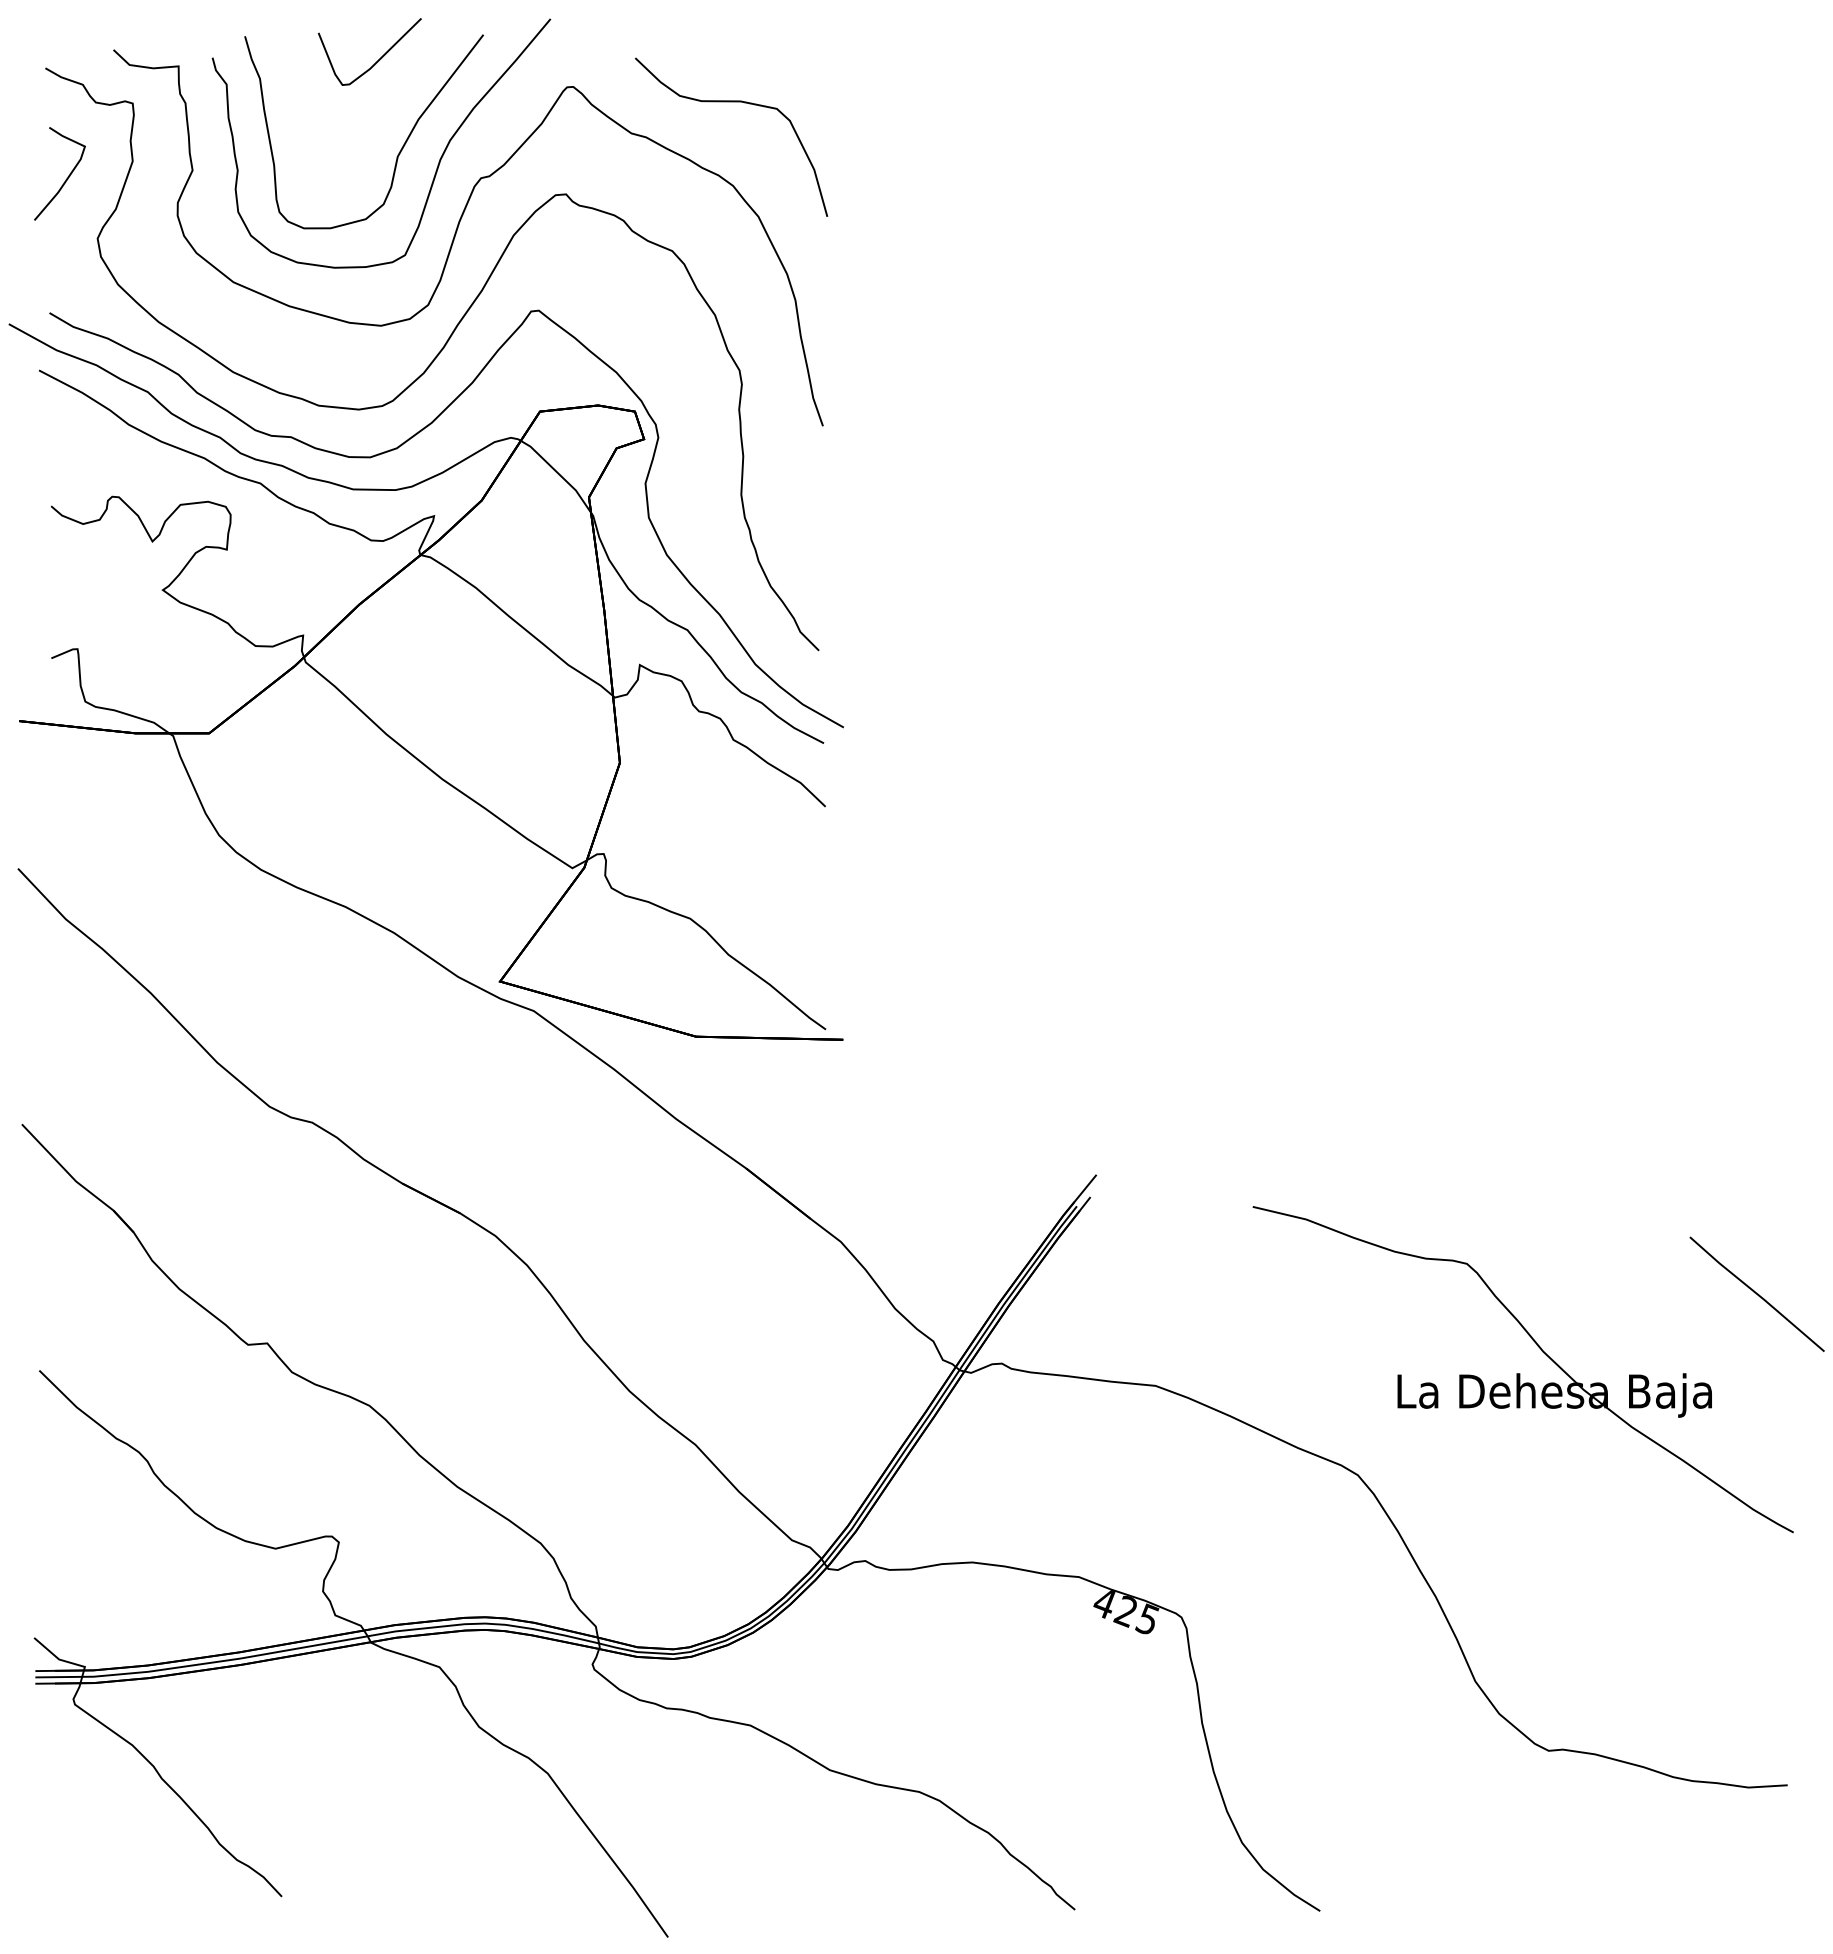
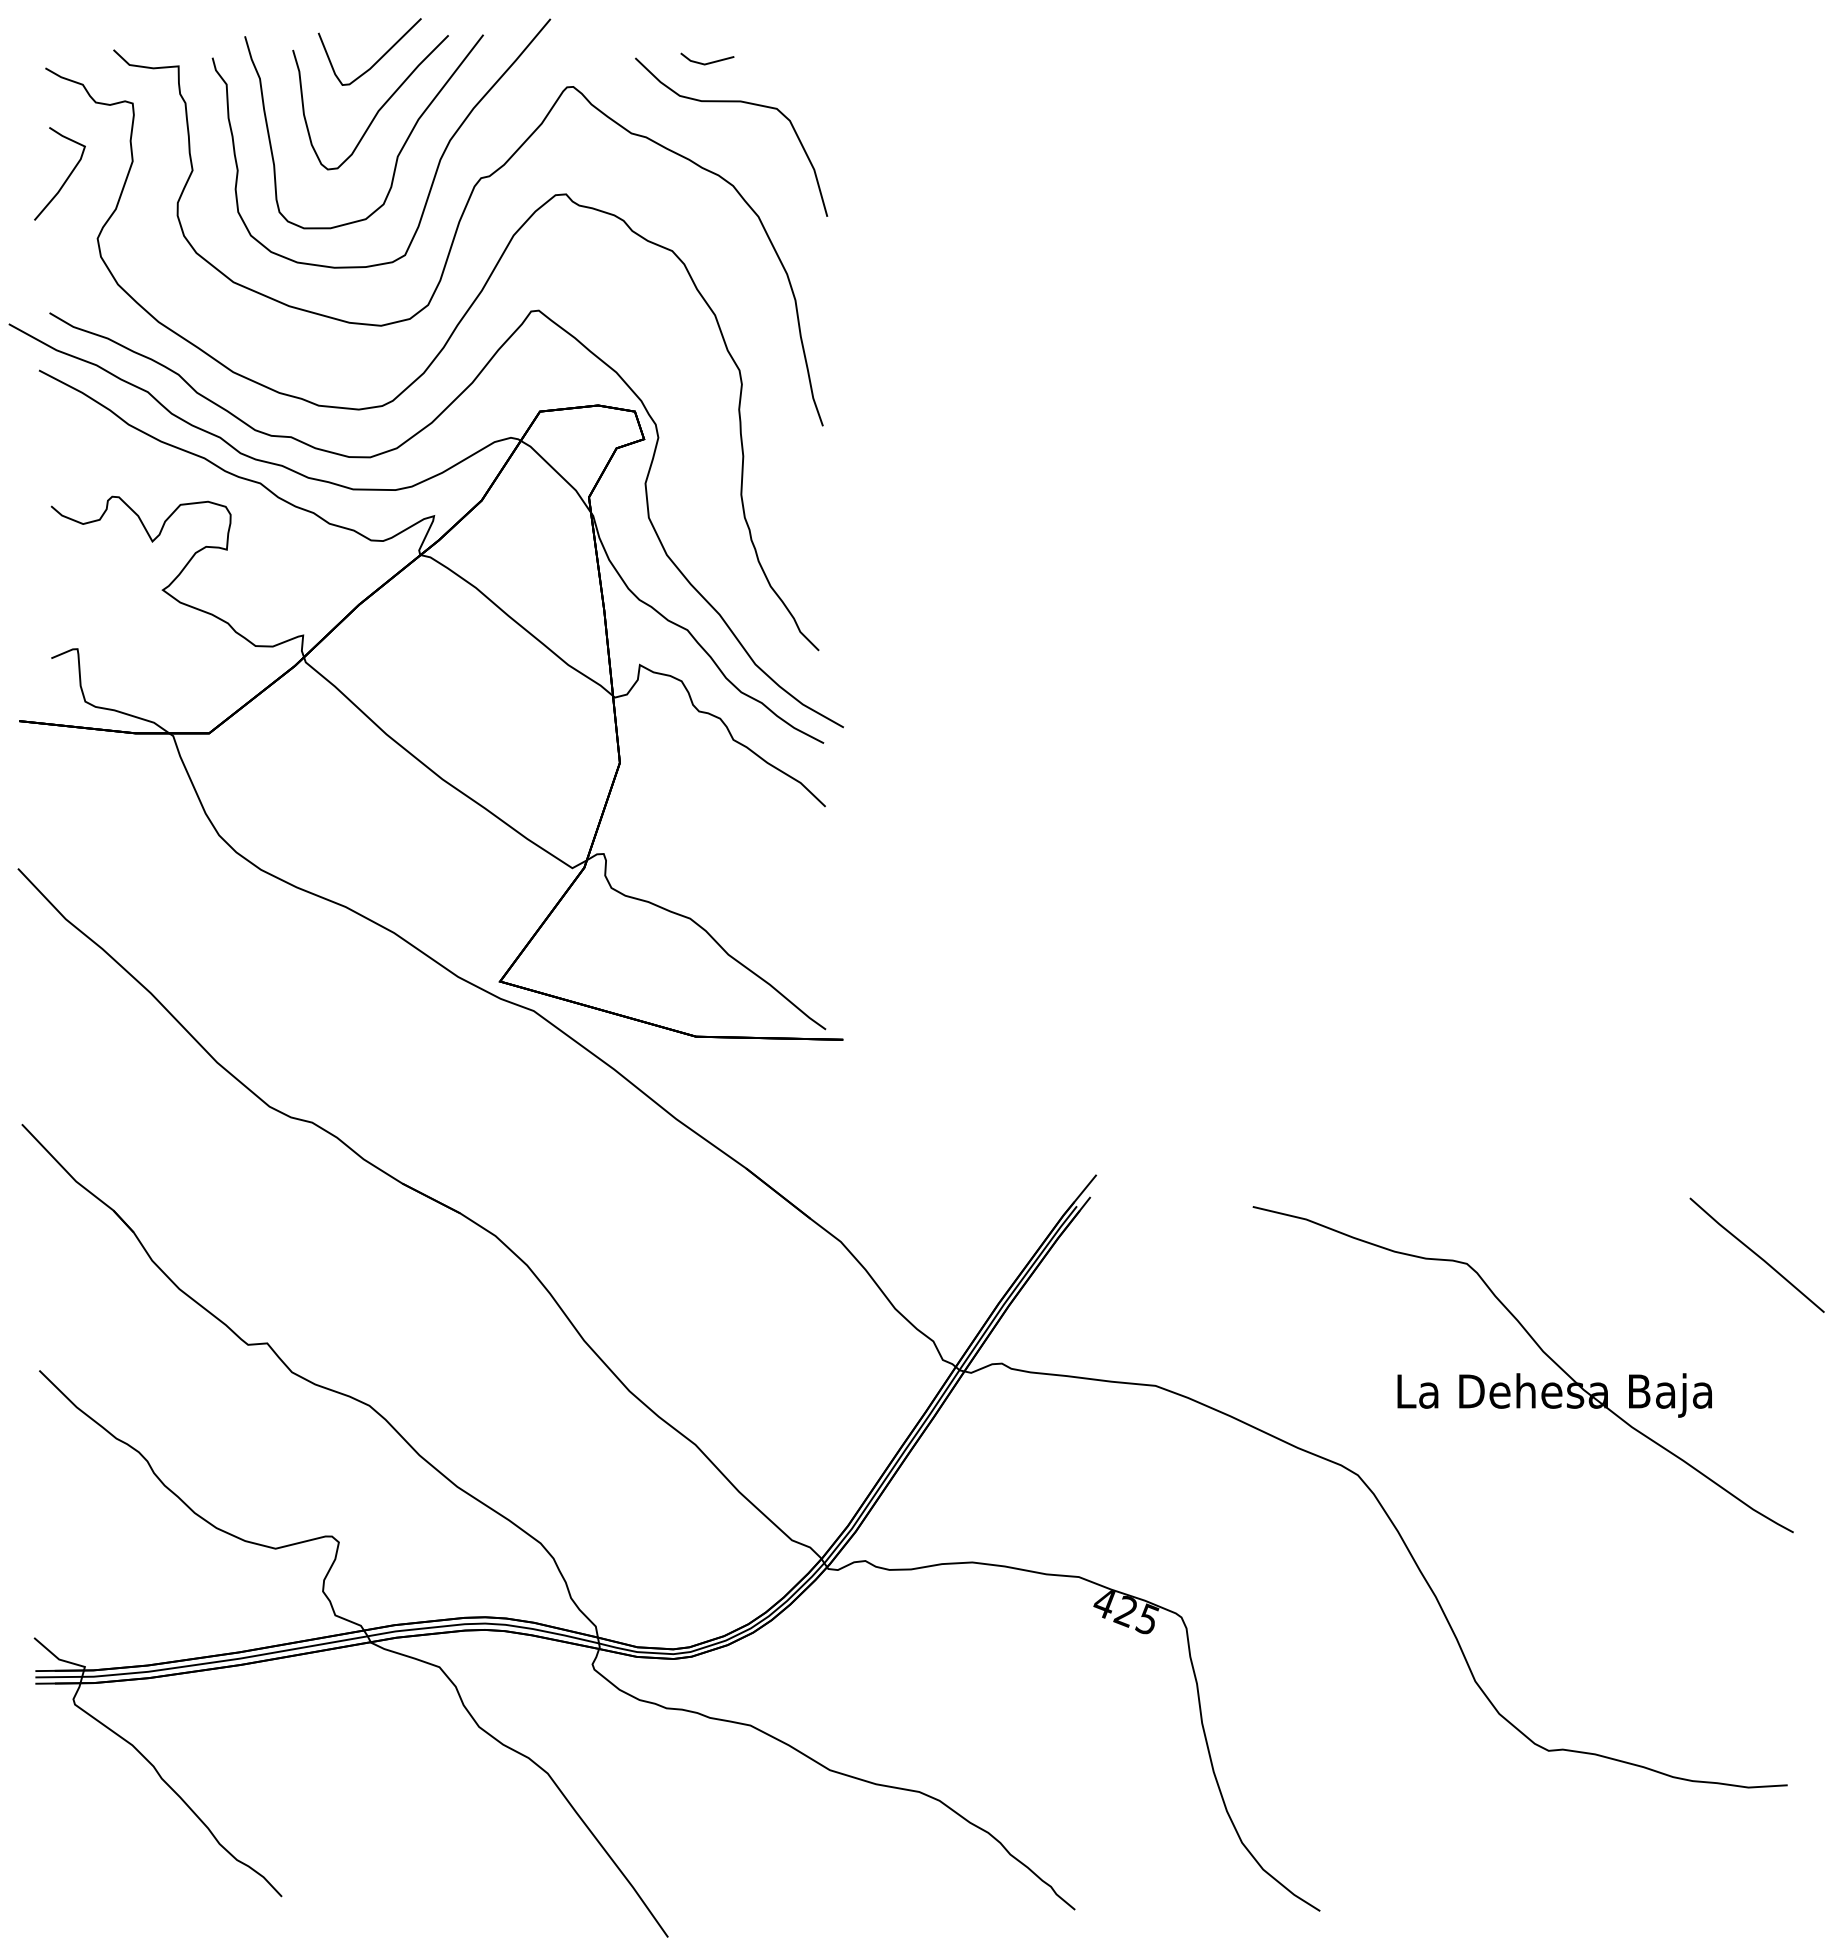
line at (707, 62): none -> present
curve at (378, 109): none -> present
part at (1756, 1293) position: (1756, 1293) -> (1756, 1254)
